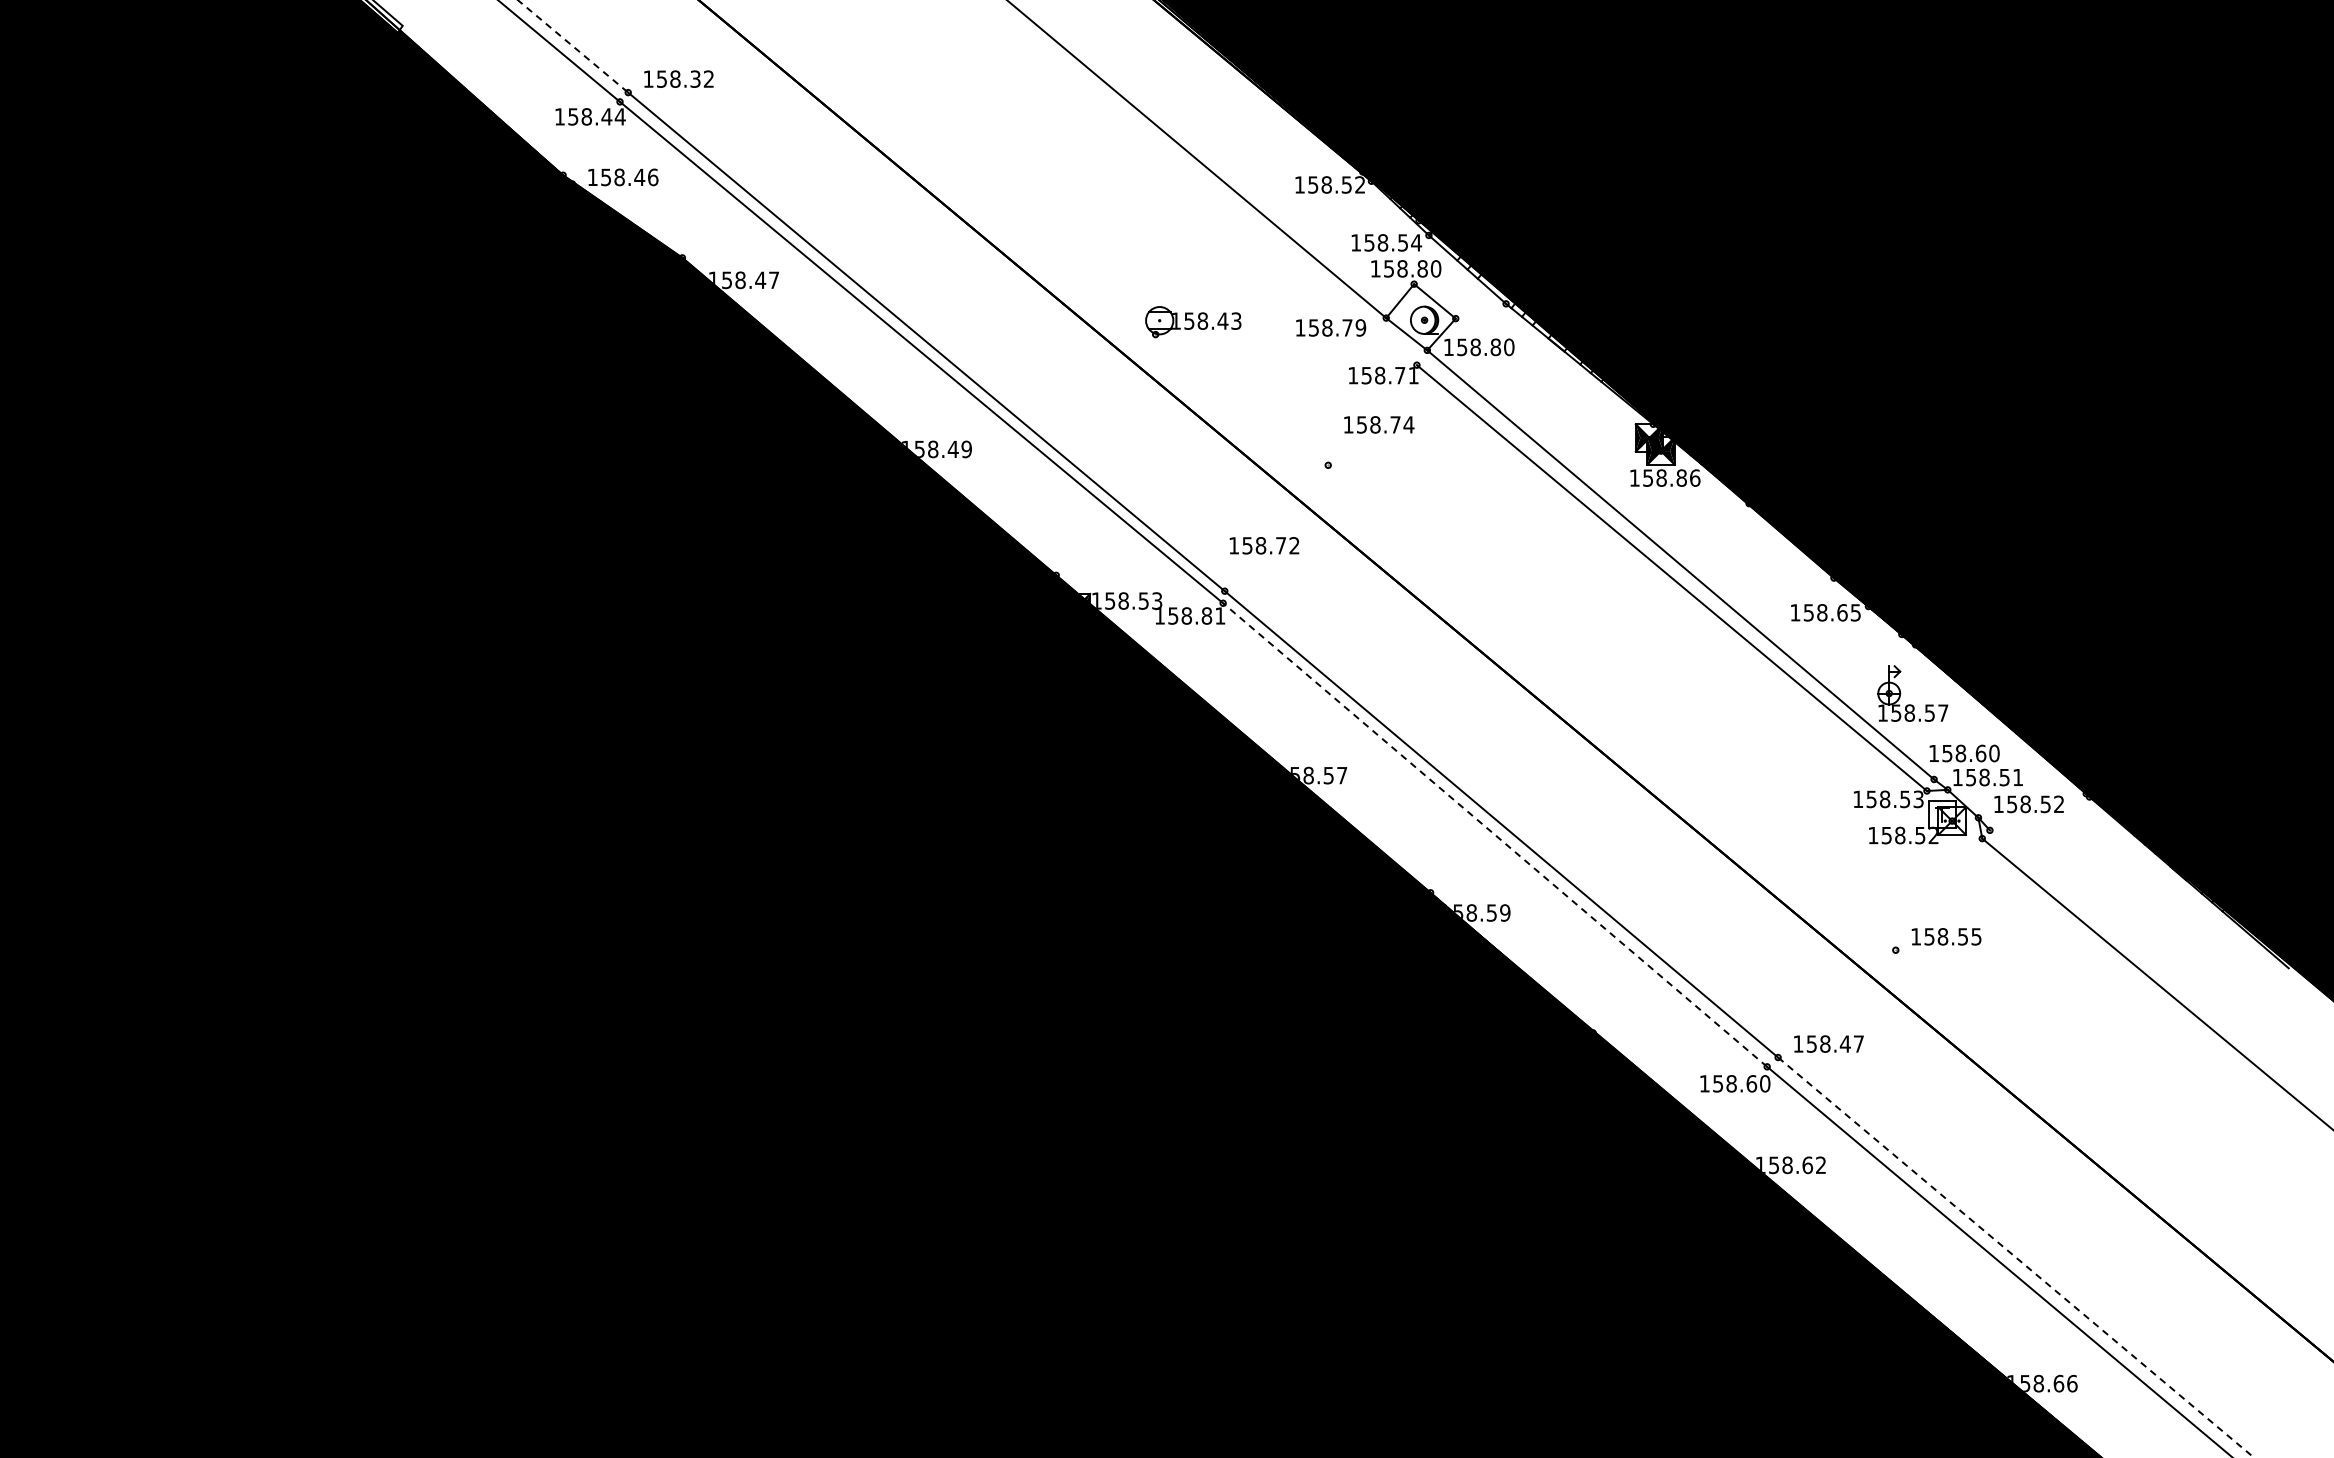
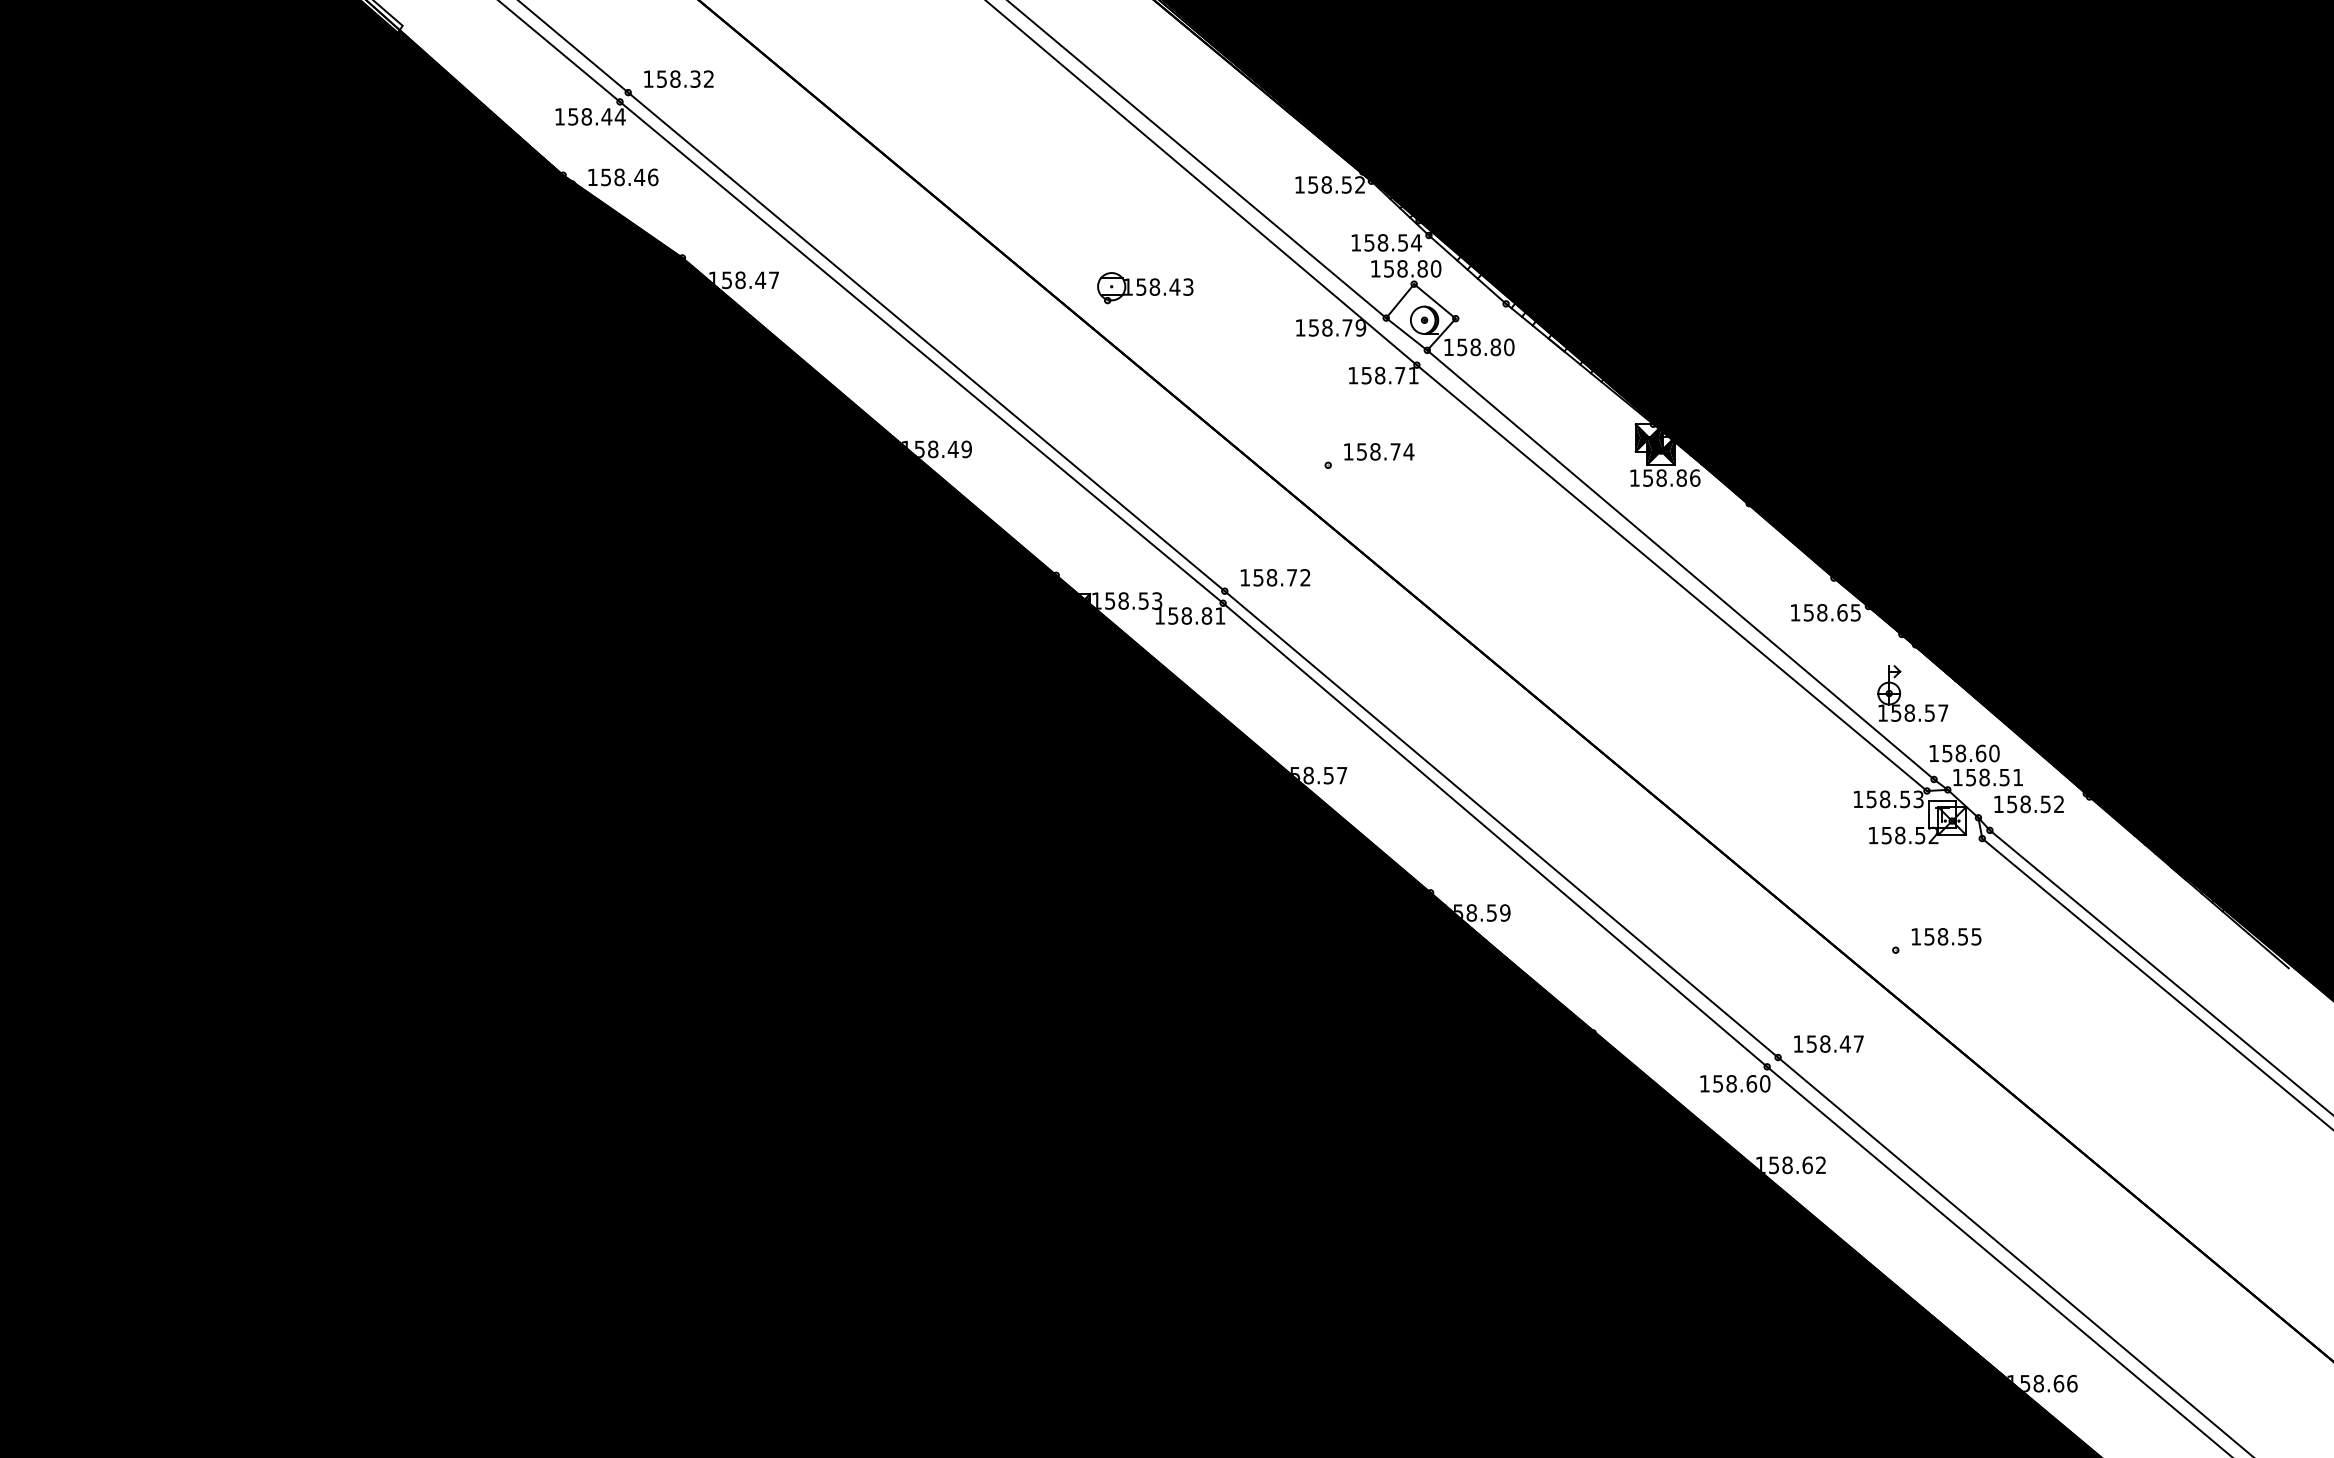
line at (573, 46): dashed -> solid
line at (1202, 183): none -> present
part at (1193, 322) position: (1193, 322) -> (1145, 288)
text at (1379, 424) position: (1379, 424) -> (1379, 451)
text at (1264, 545) position: (1264, 545) -> (1275, 577)
line at (1494, 834): dashed -> solid
line at (2159, 971): none -> present
line at (2016, 1257): dashed -> solid
